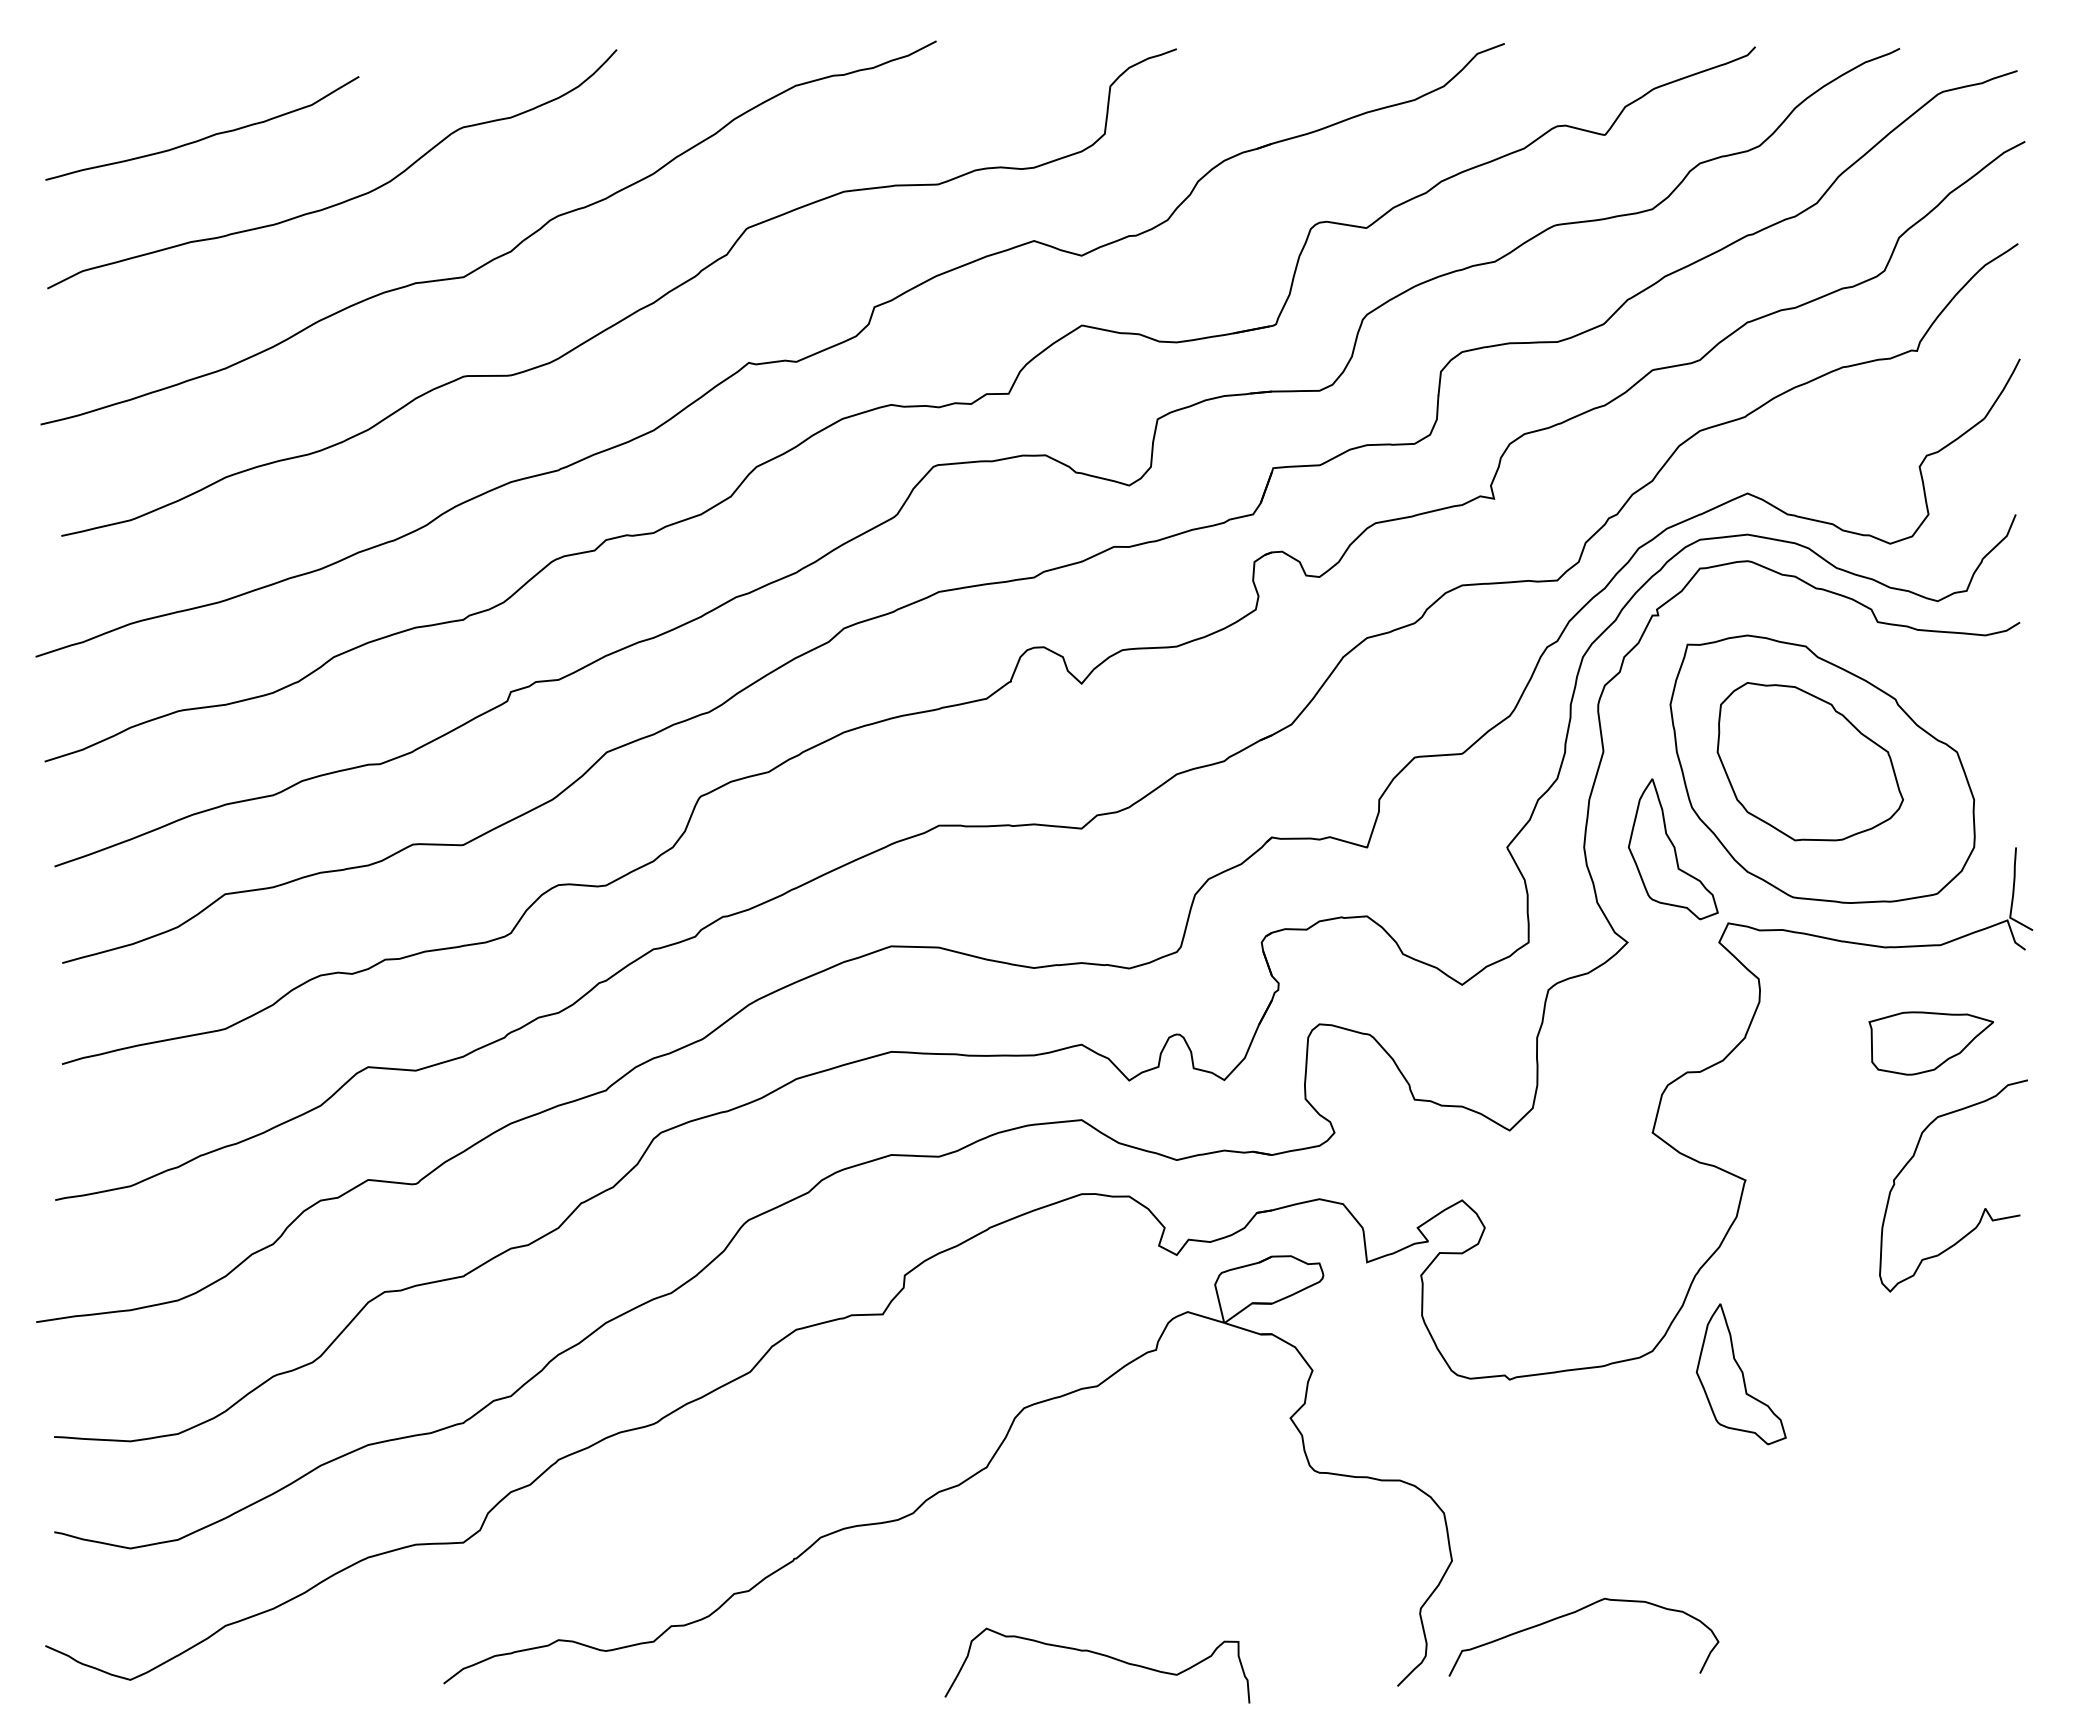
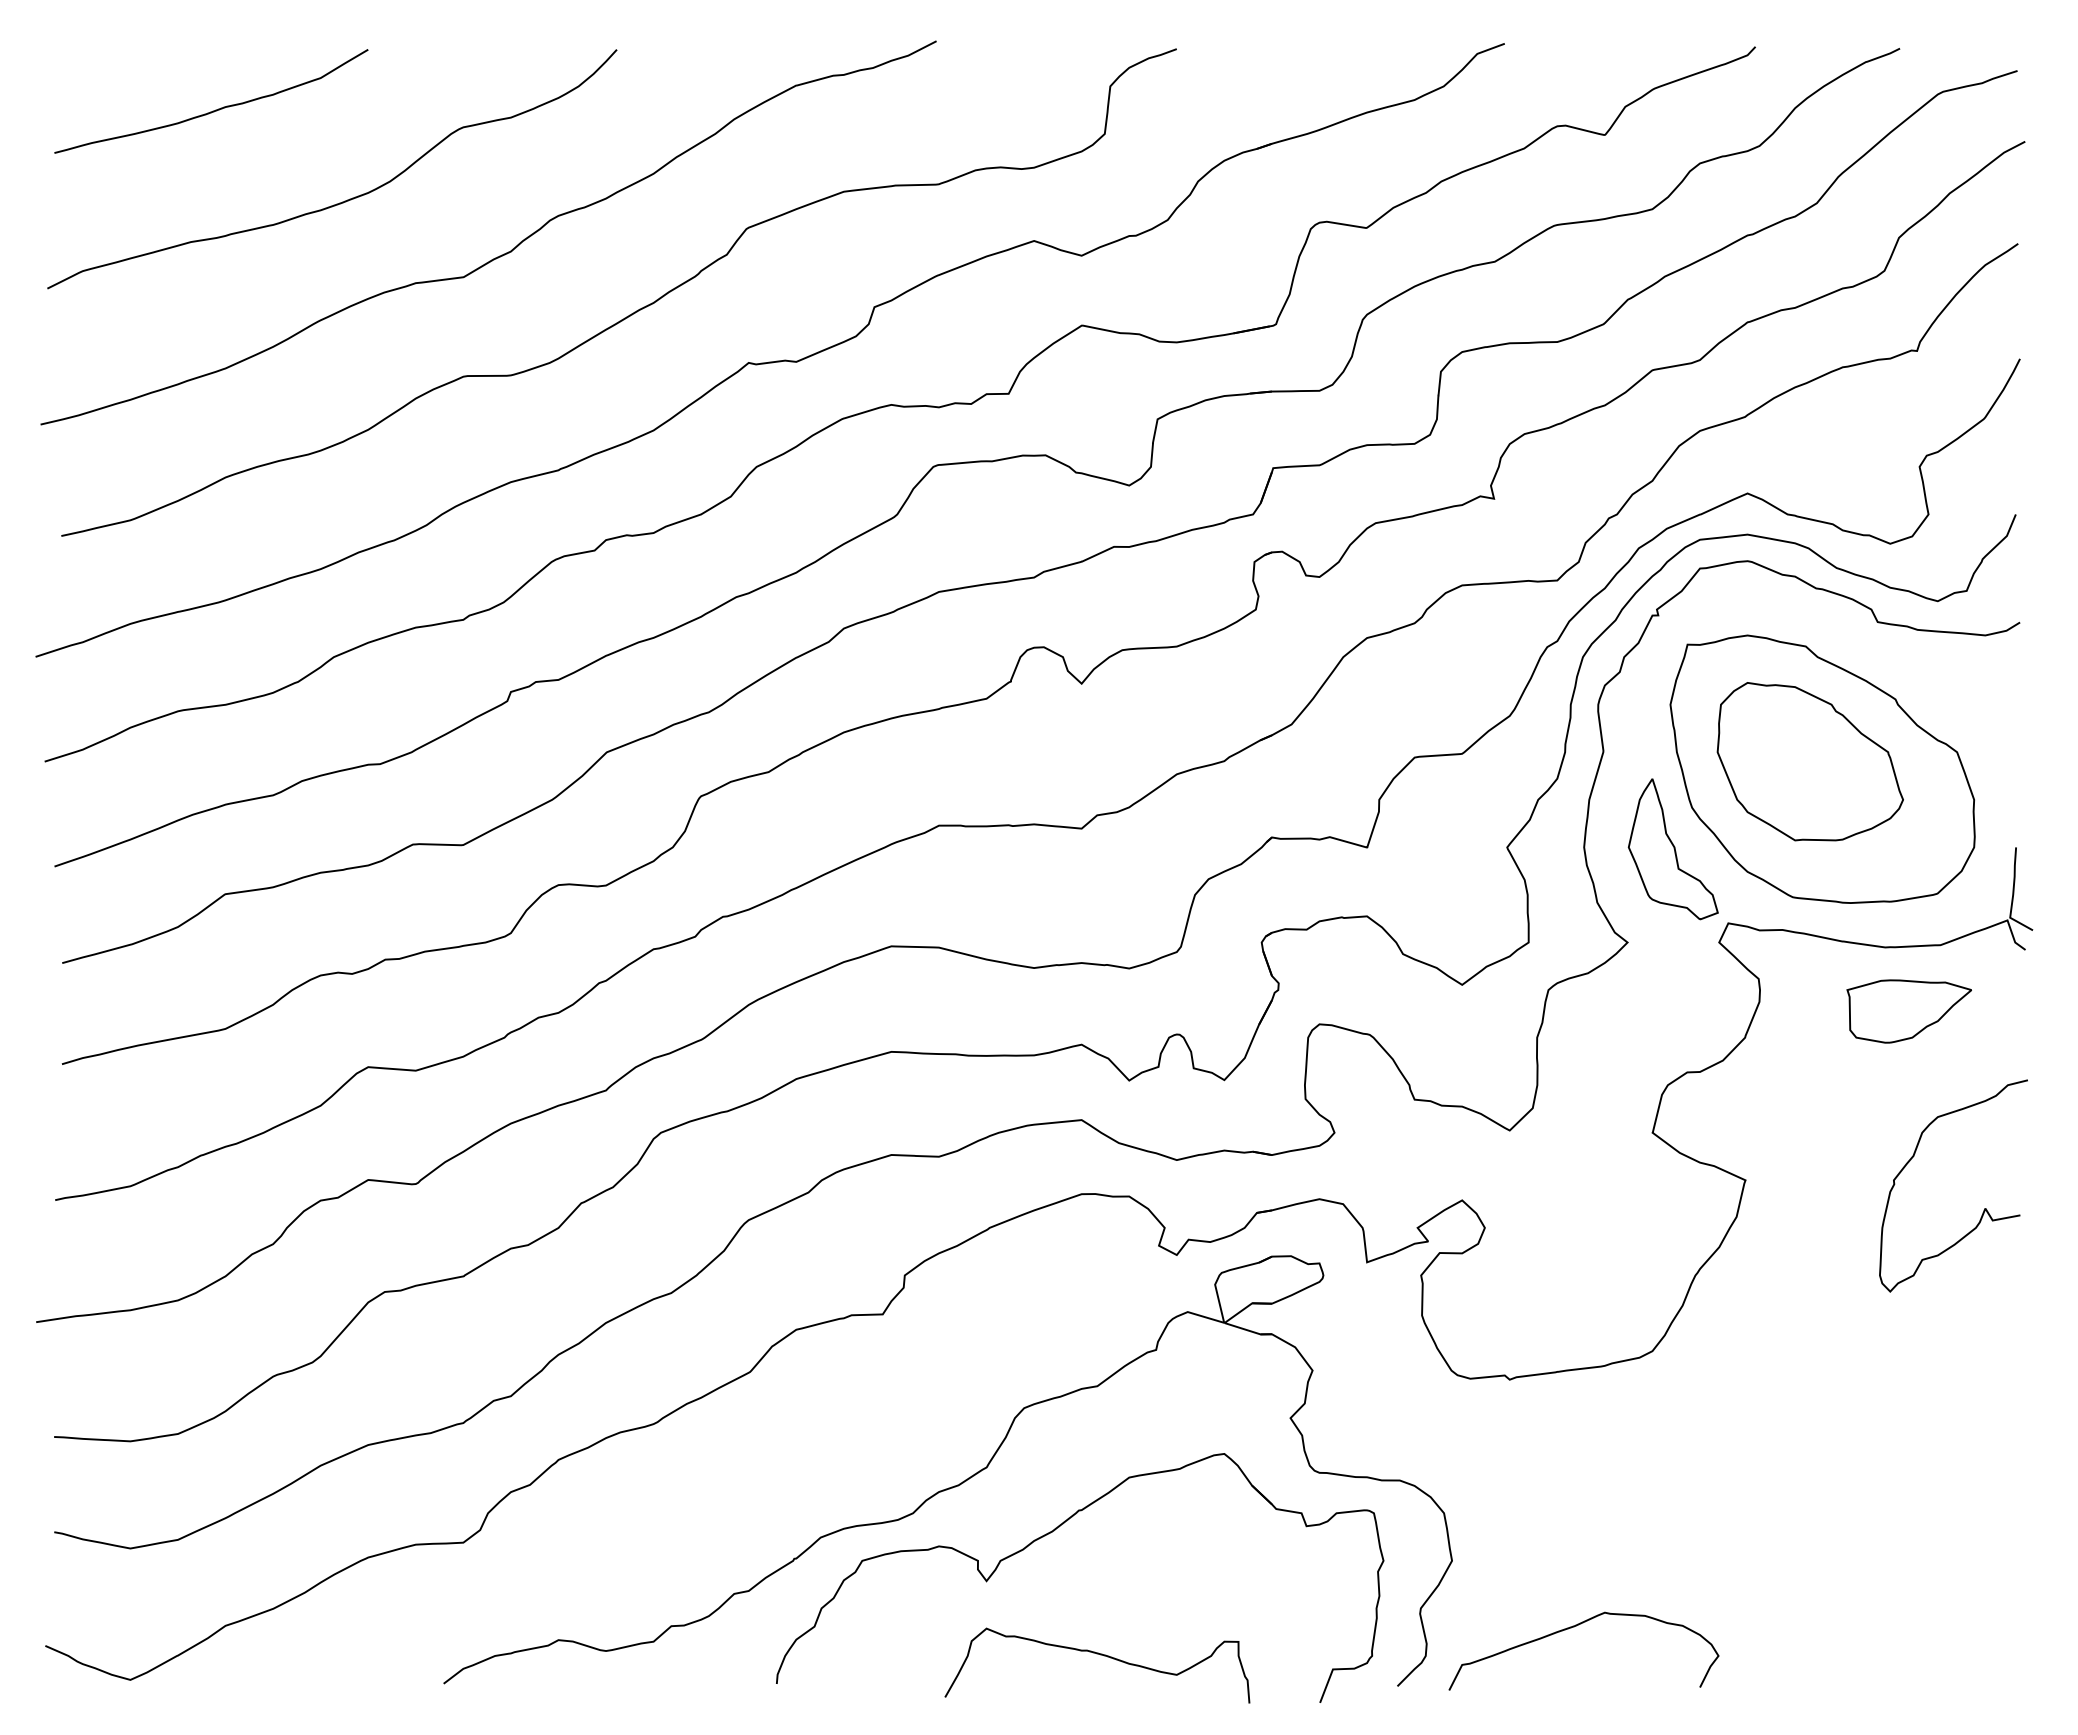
curve at (206, 136) position: (206, 136) -> (215, 109)
part at (1930, 1043) position: (1930, 1043) -> (1908, 1011)
part at (1740, 1374): present -> none
part at (1054, 1531): none -> present
curve at (1574, 1613) position: (1574, 1613) -> (1574, 1627)
